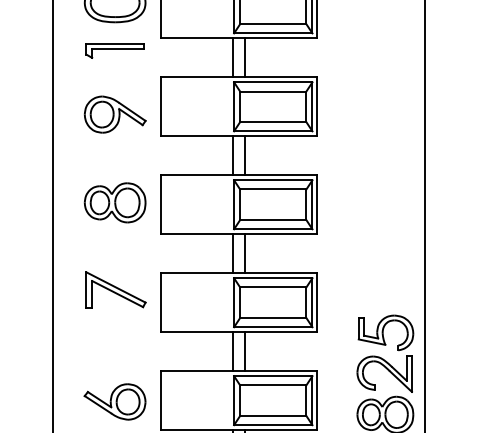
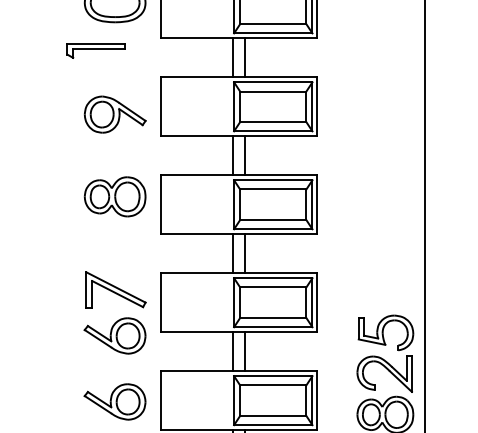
part at (114, 50) position: (114, 50) -> (95, 50)
part at (114, 202) position: (114, 202) -> (114, 196)
line at (52, 215): present -> none
part at (114, 335): none -> present
